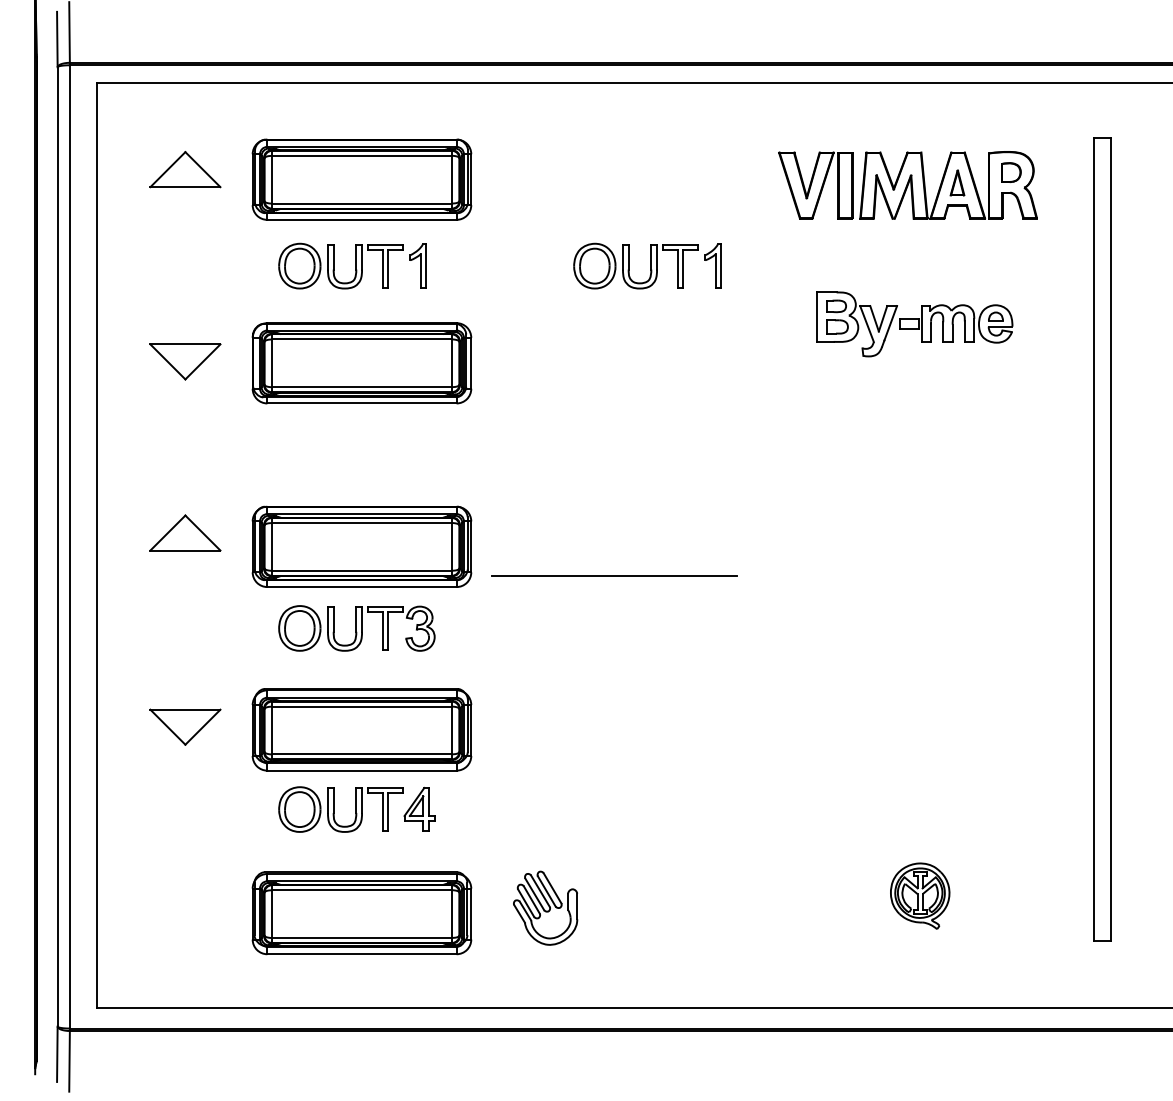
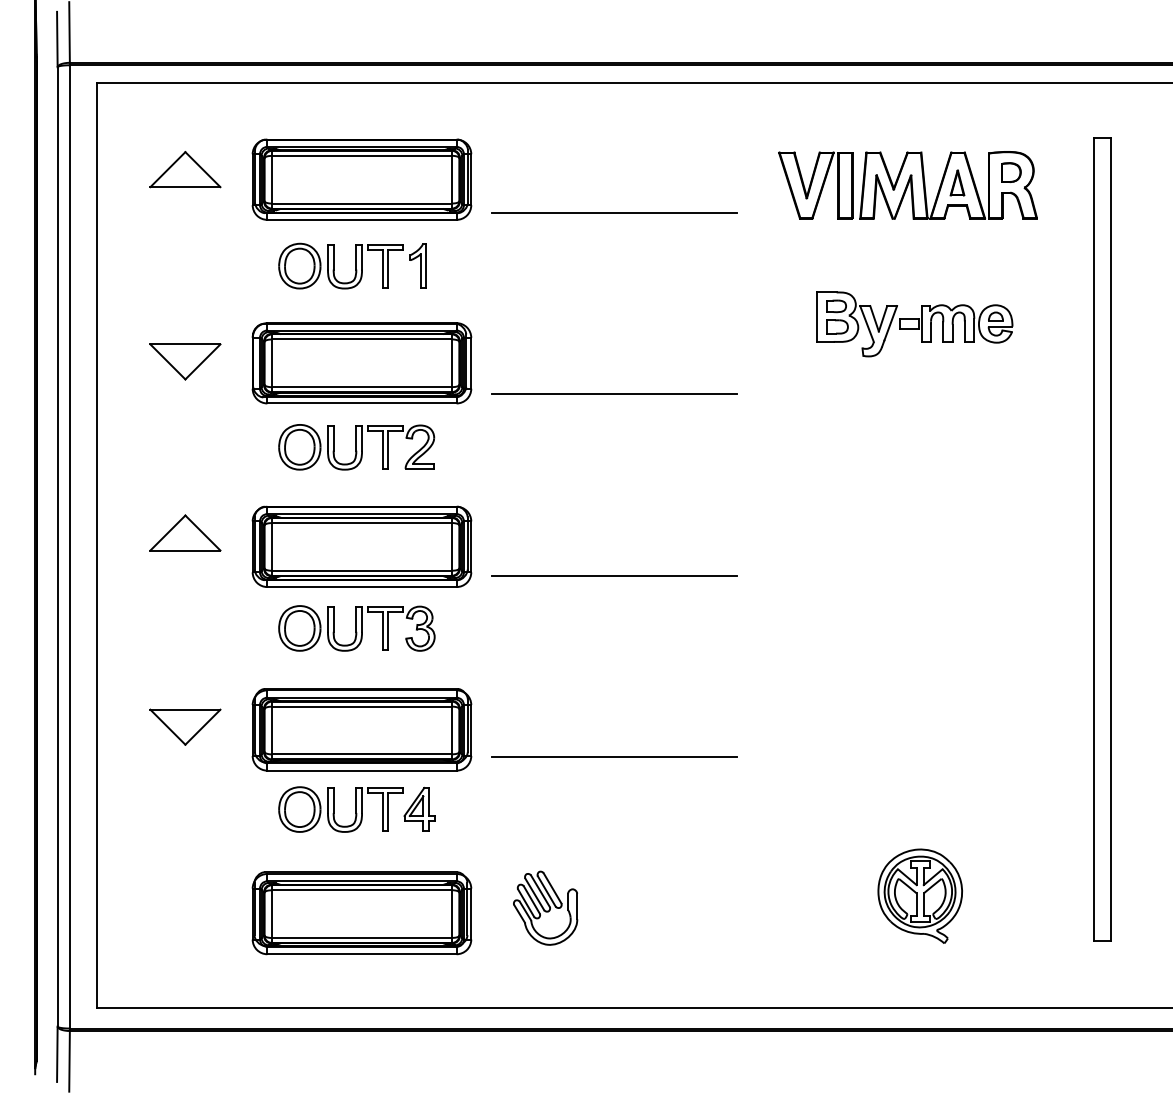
line at (613, 213): none -> present
part at (647, 265): present -> none
line at (613, 394): none -> present
part at (356, 447): none -> present
line at (613, 757): none -> present
part at (920, 895) size: 61x68 px -> 86x96 px
